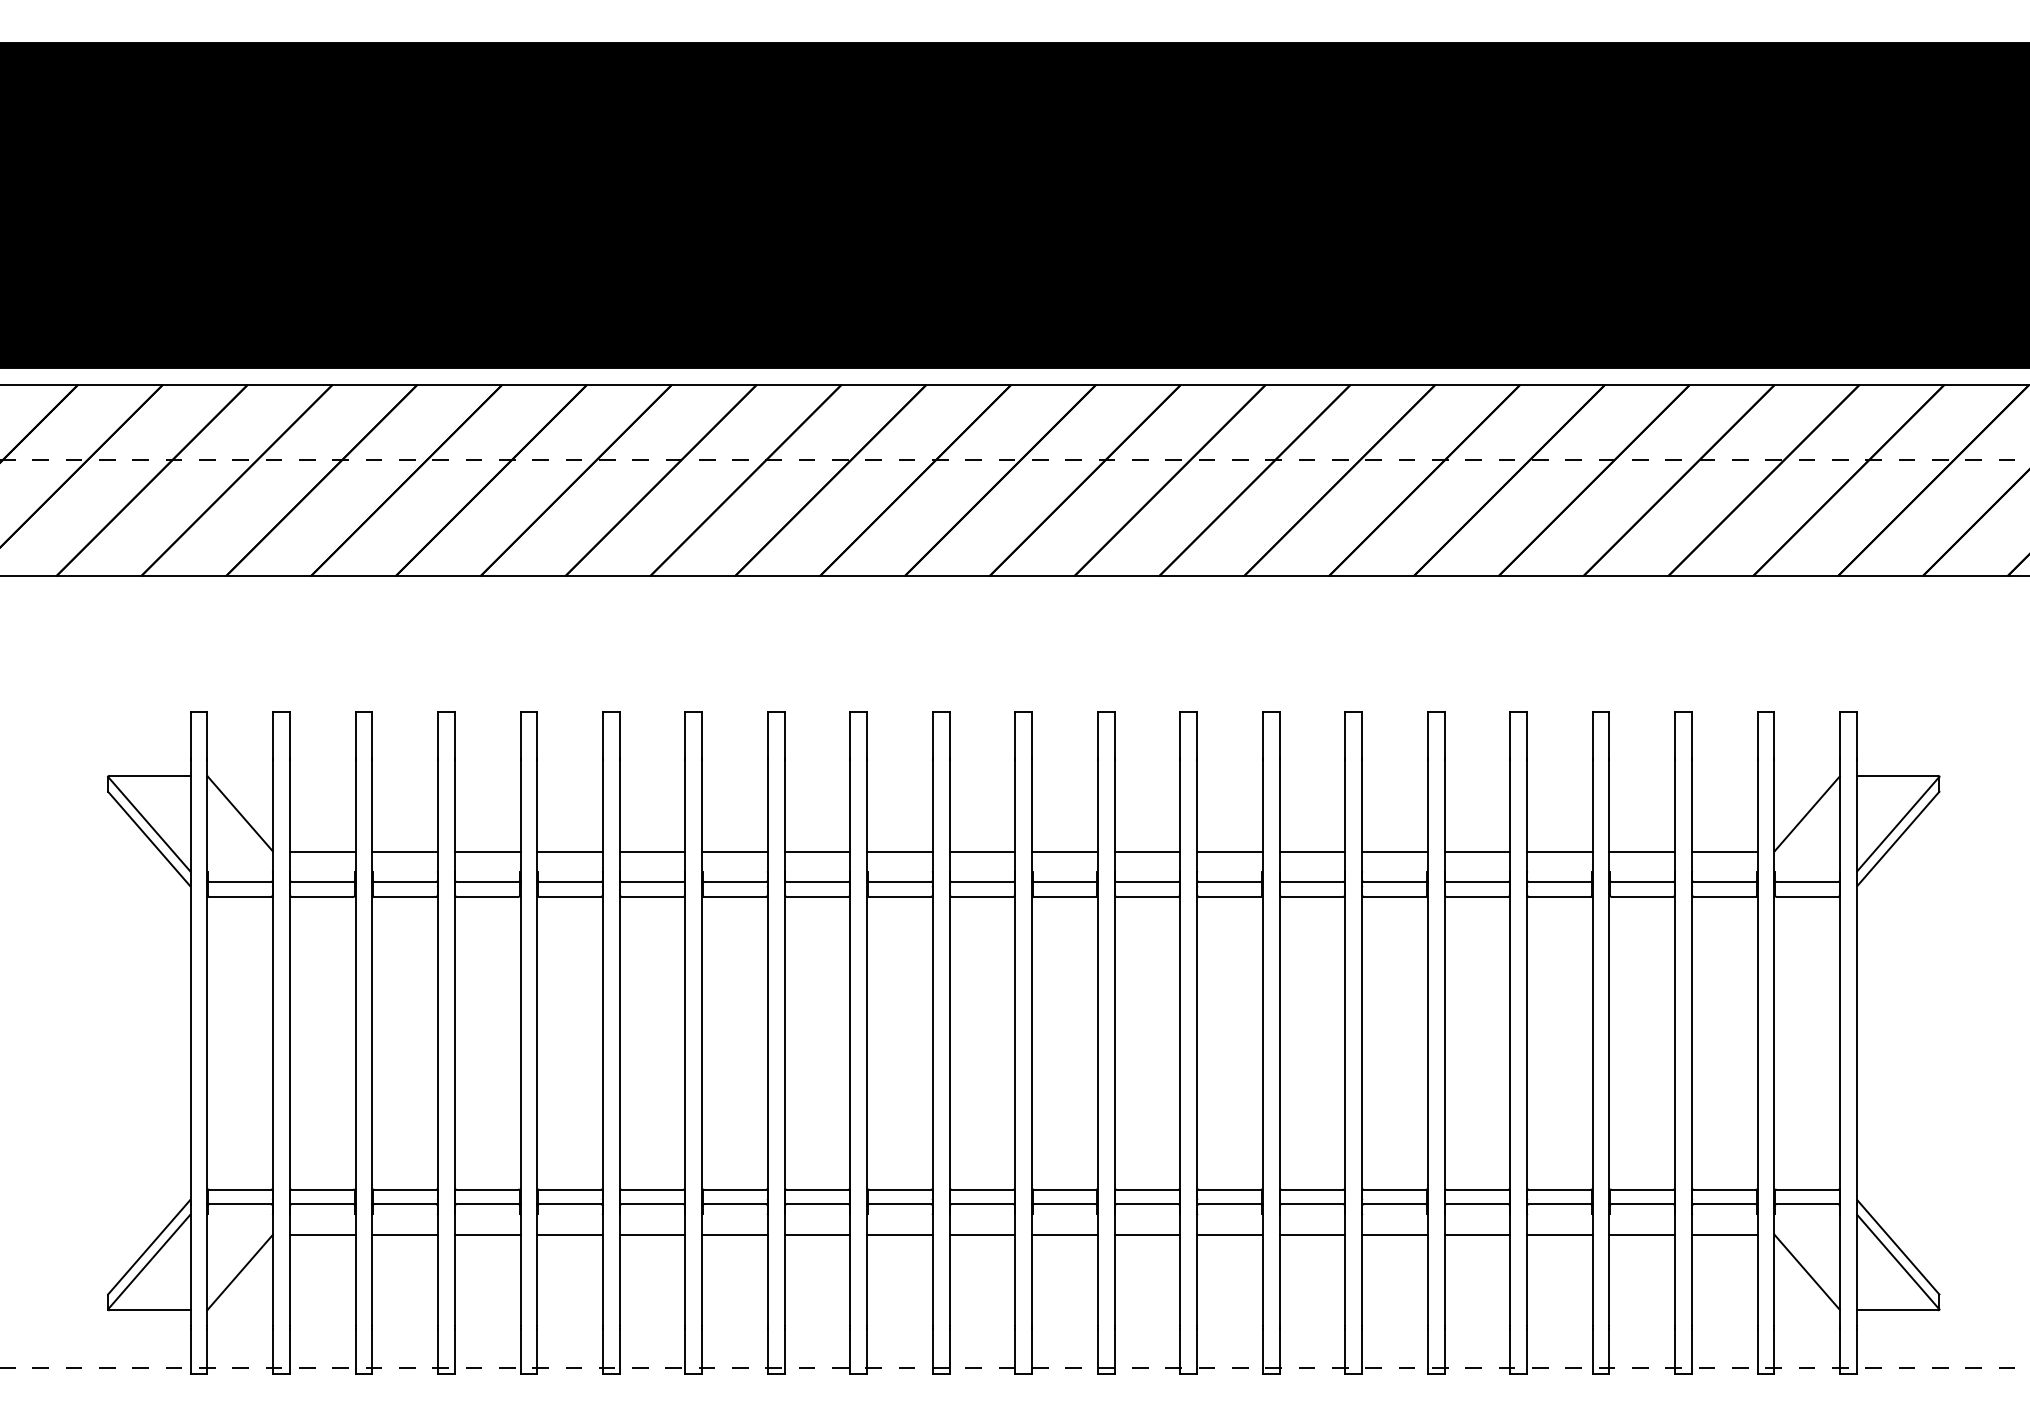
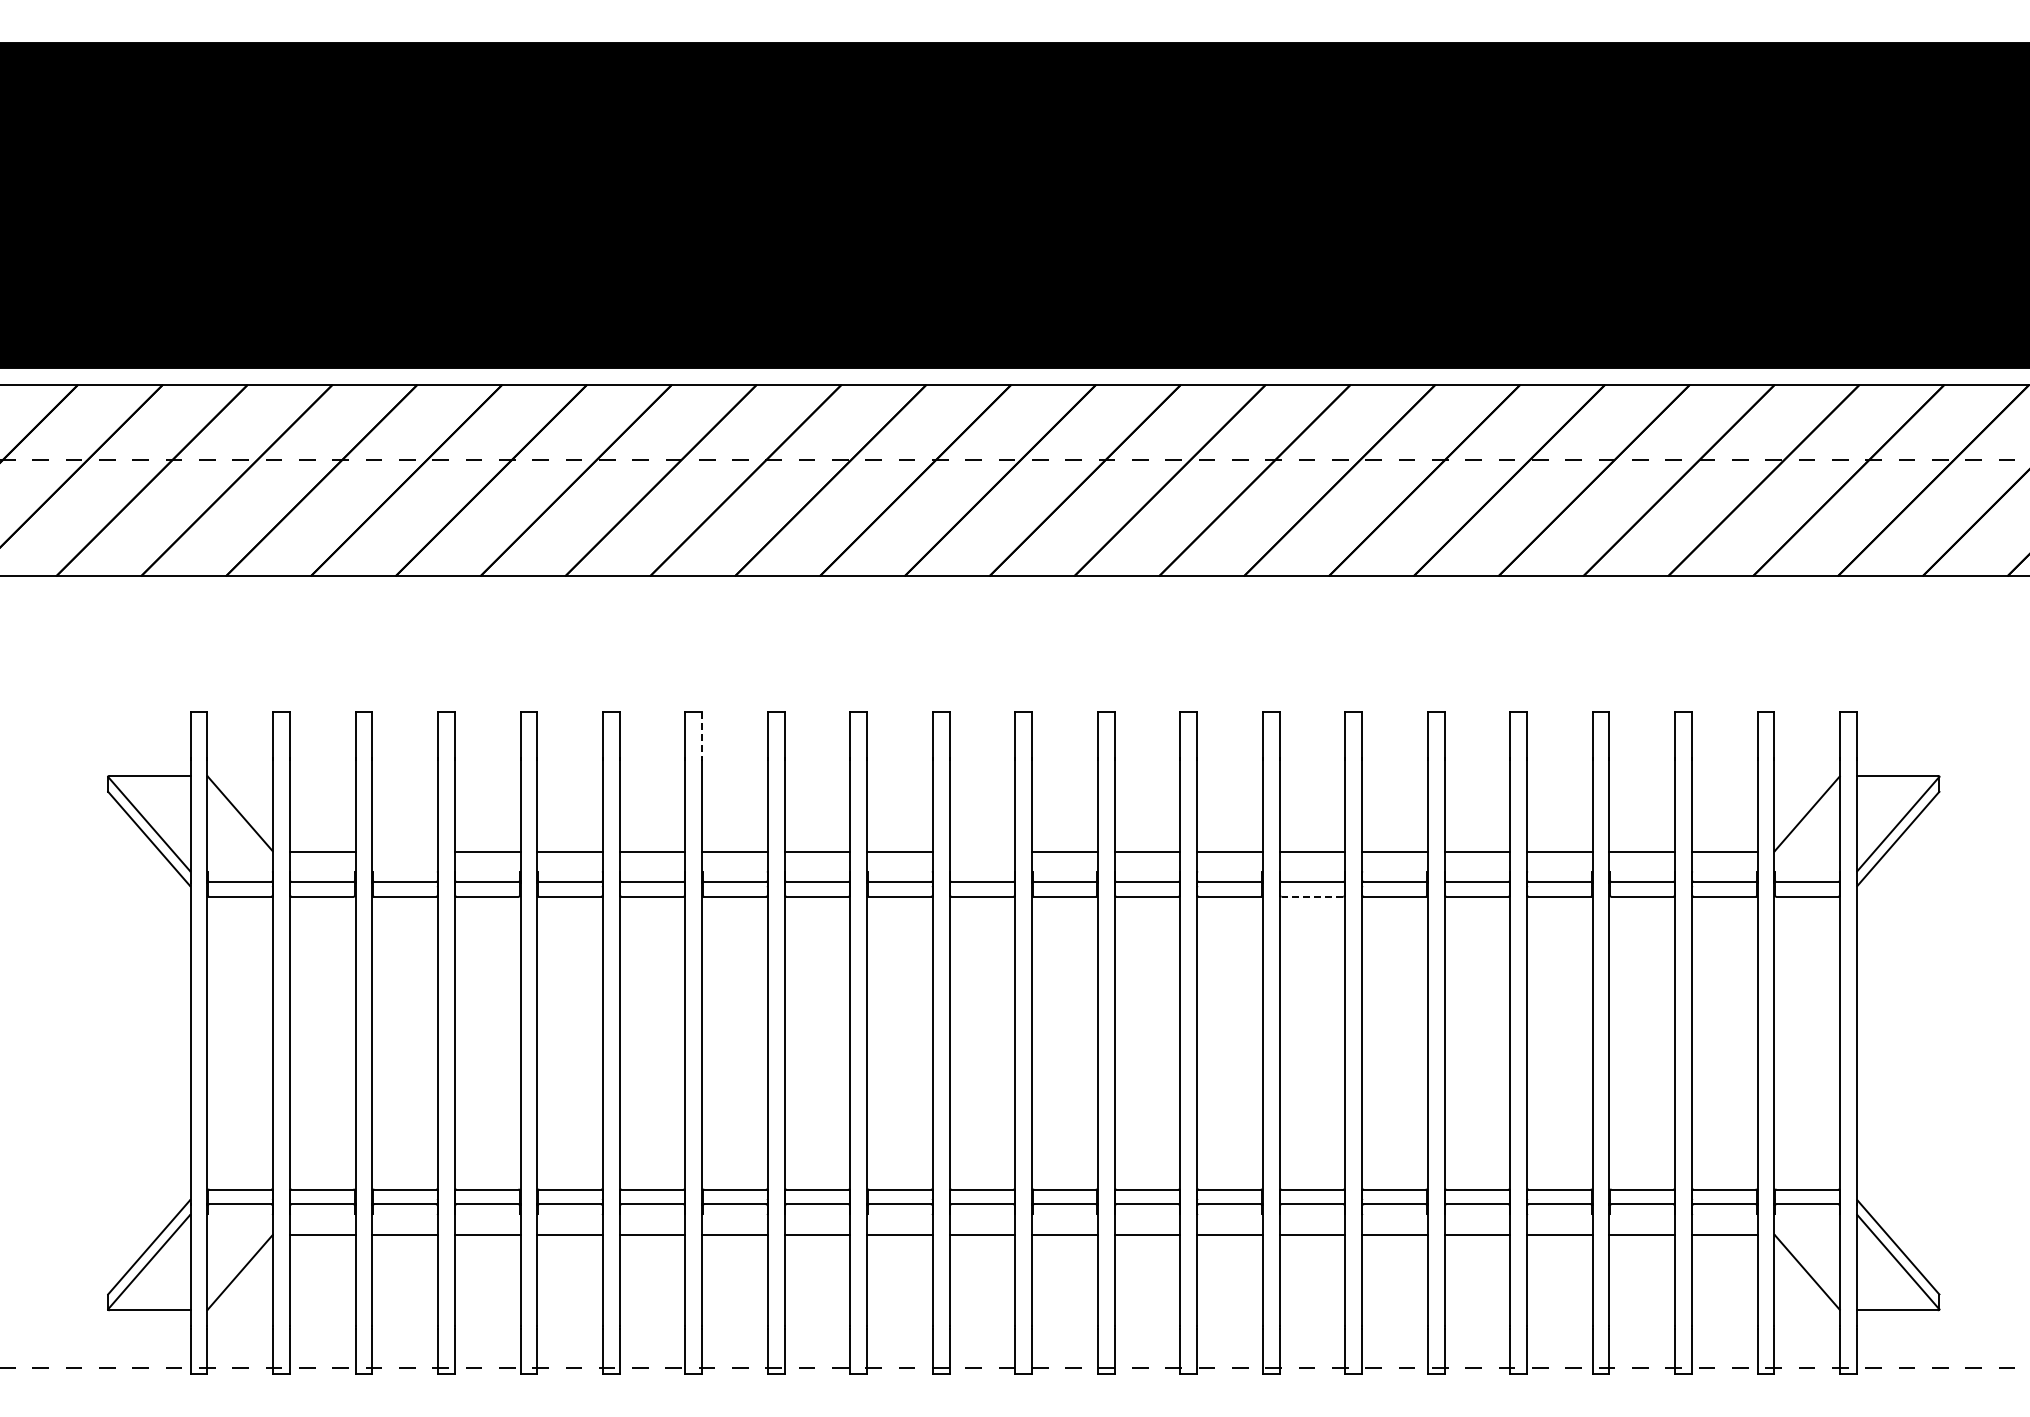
line at (702, 734): solid -> dashed
line at (405, 851): present -> none
line at (982, 851): present -> none
line at (1312, 896): solid -> dashed
